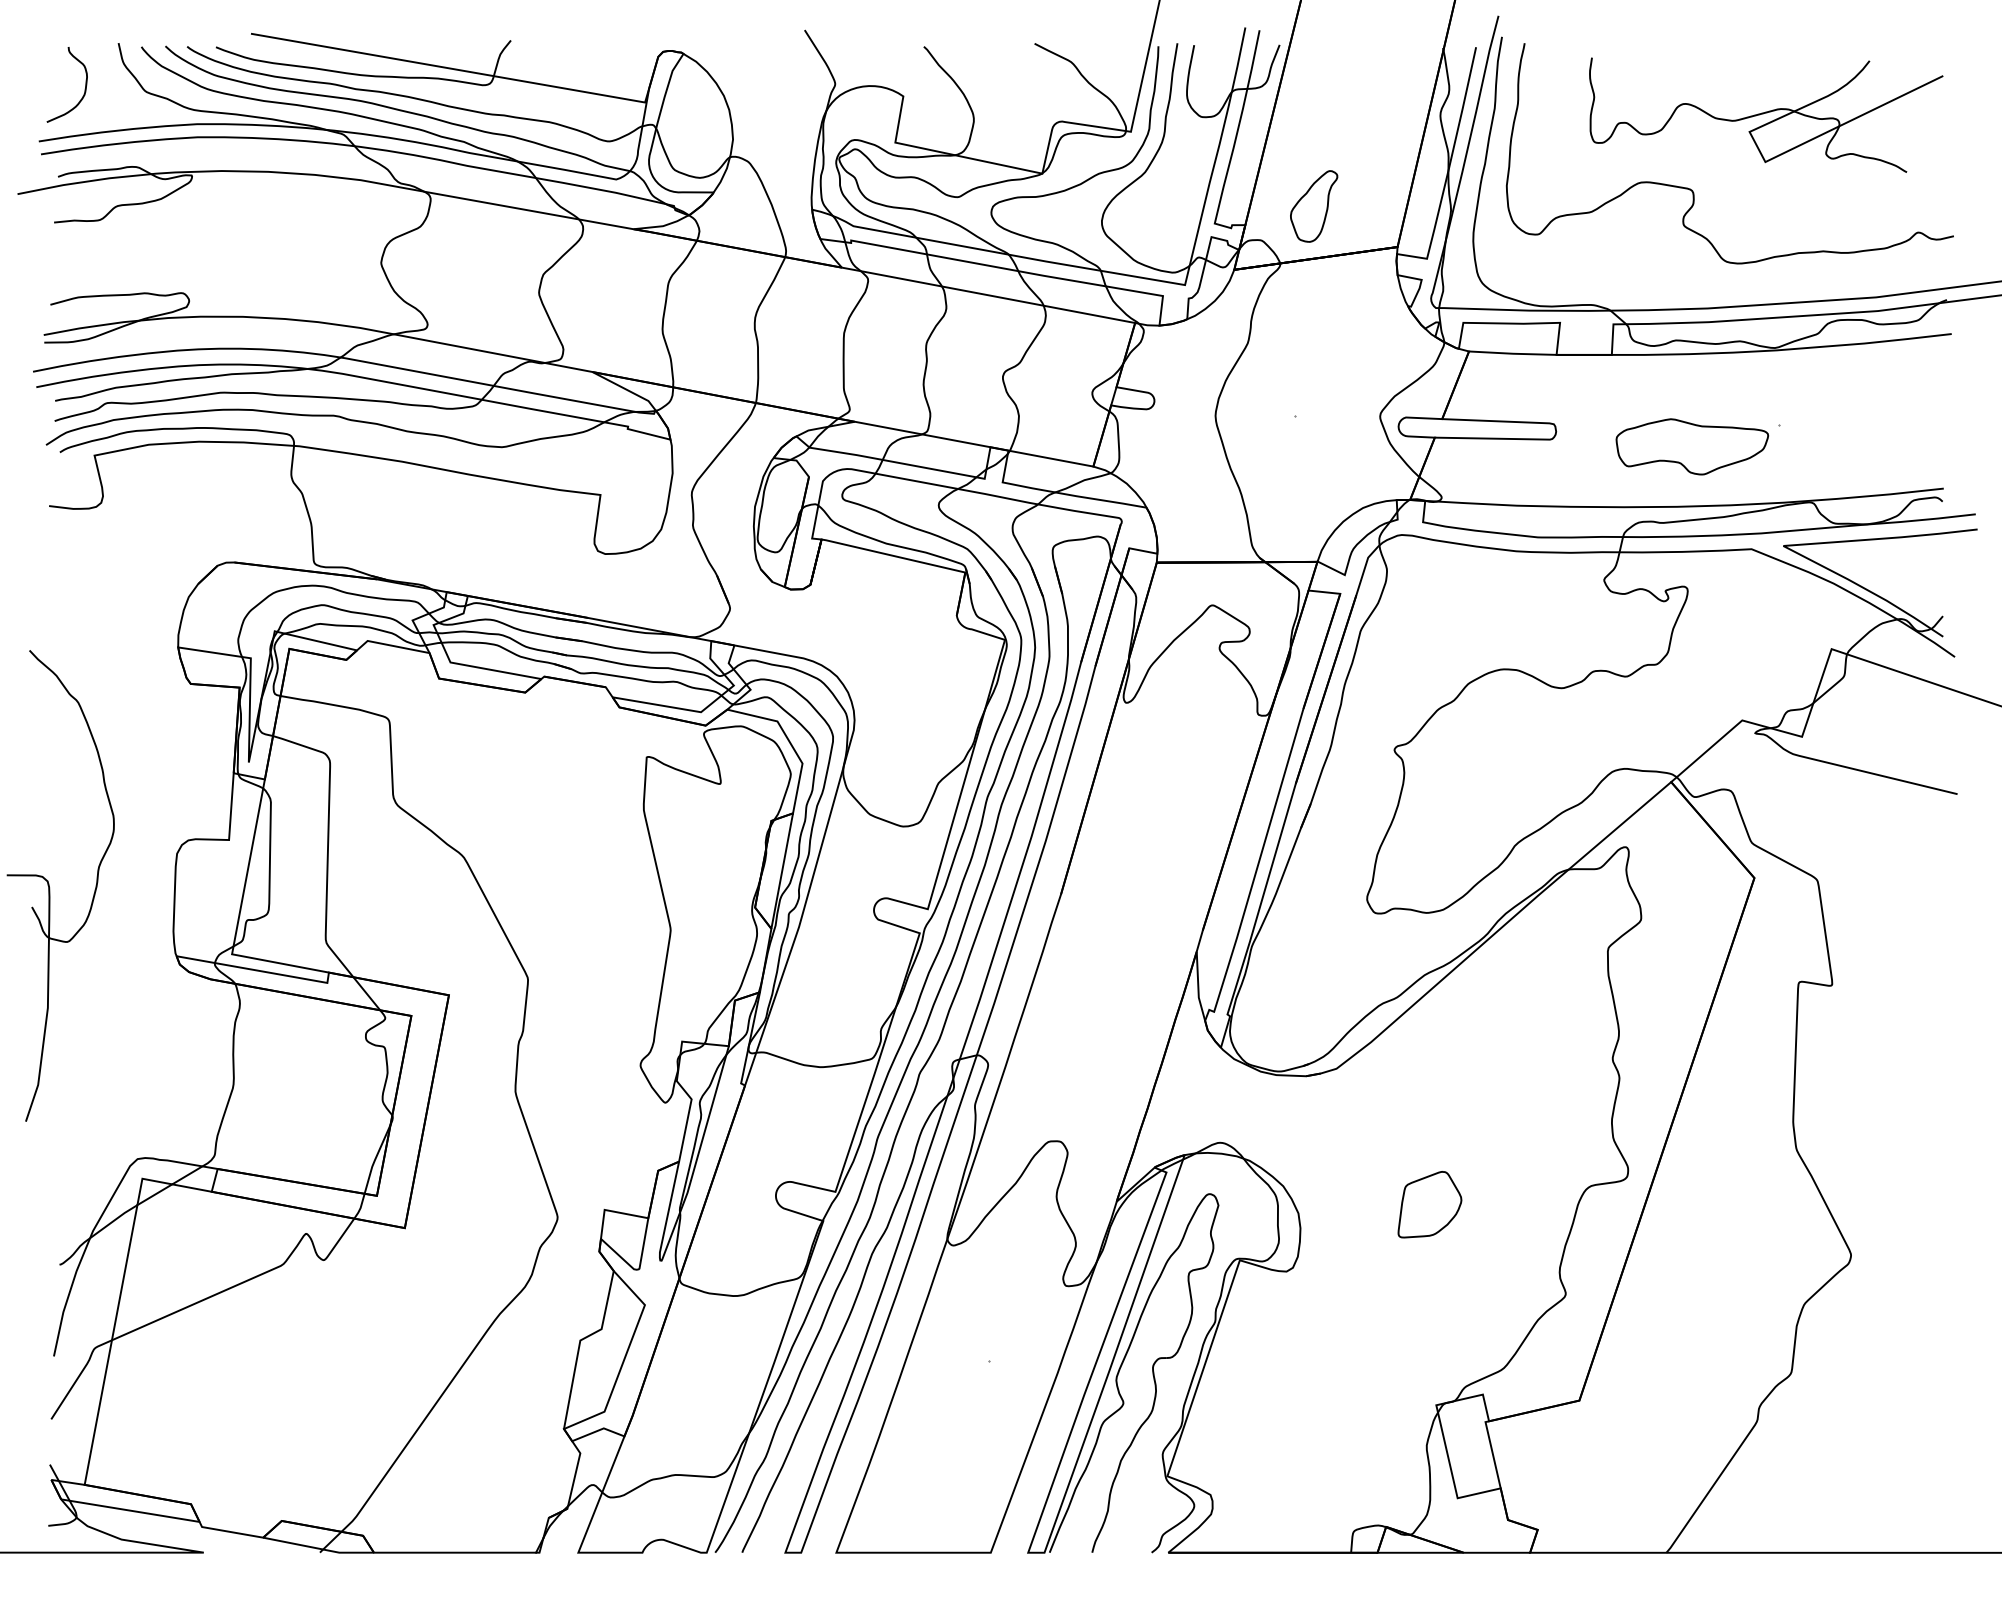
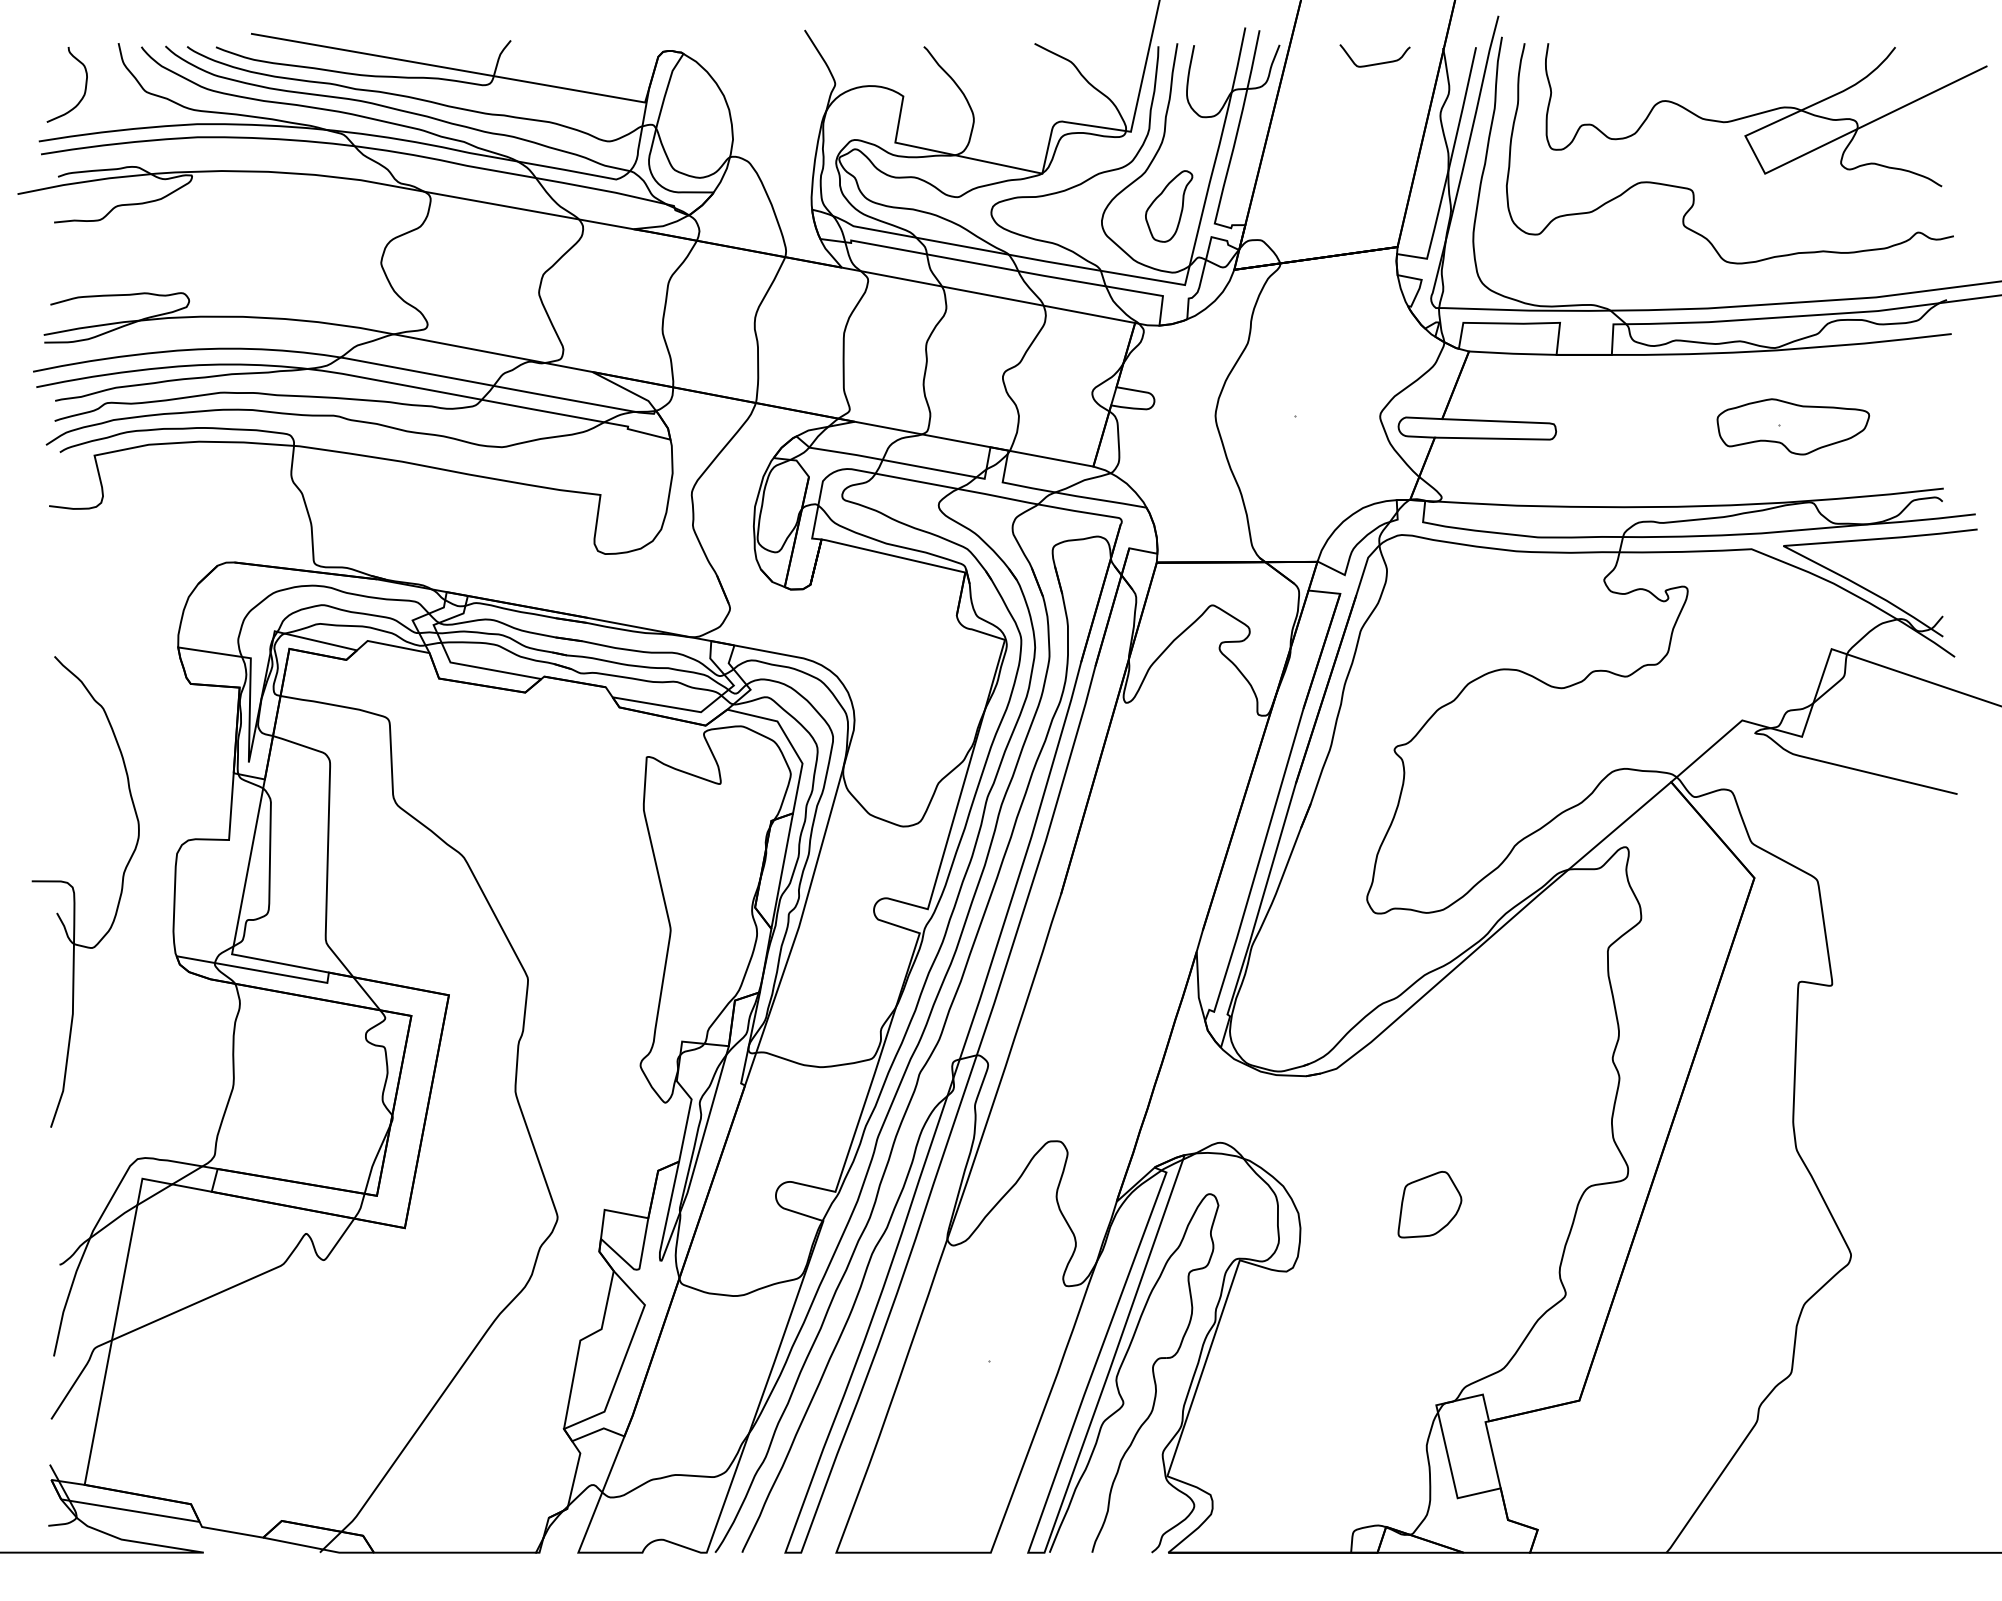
curve at (1374, 63): none -> present
part at (1766, 114) size: 355x116 px -> 443x145 px
part at (1314, 206) position: (1314, 206) -> (1169, 206)
part at (1692, 446) position: (1692, 446) -> (1793, 426)
part at (50, 888) position: (50, 888) -> (75, 894)
